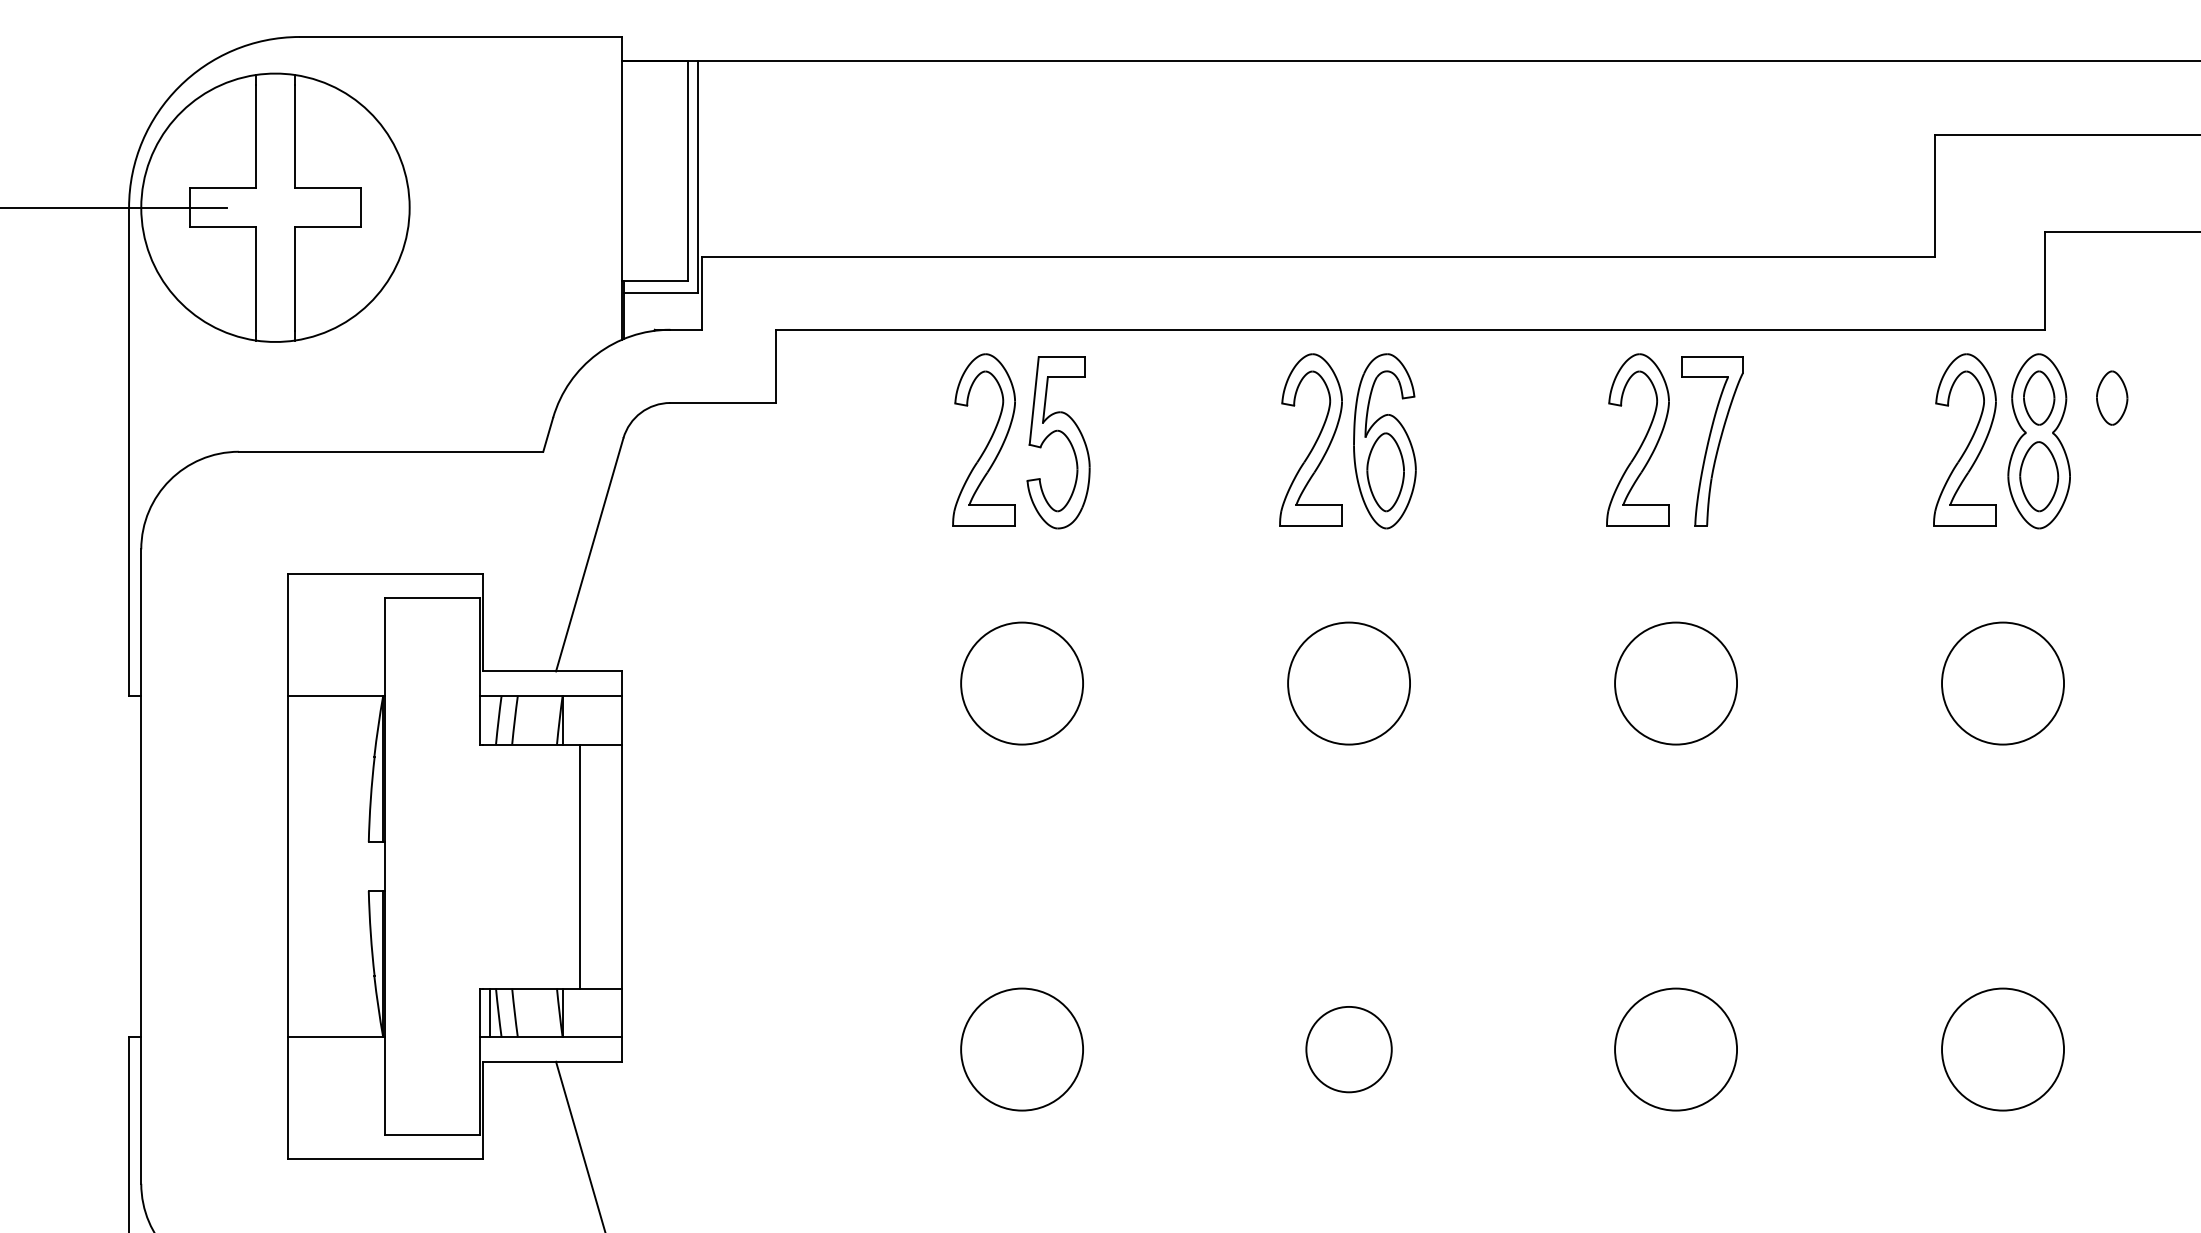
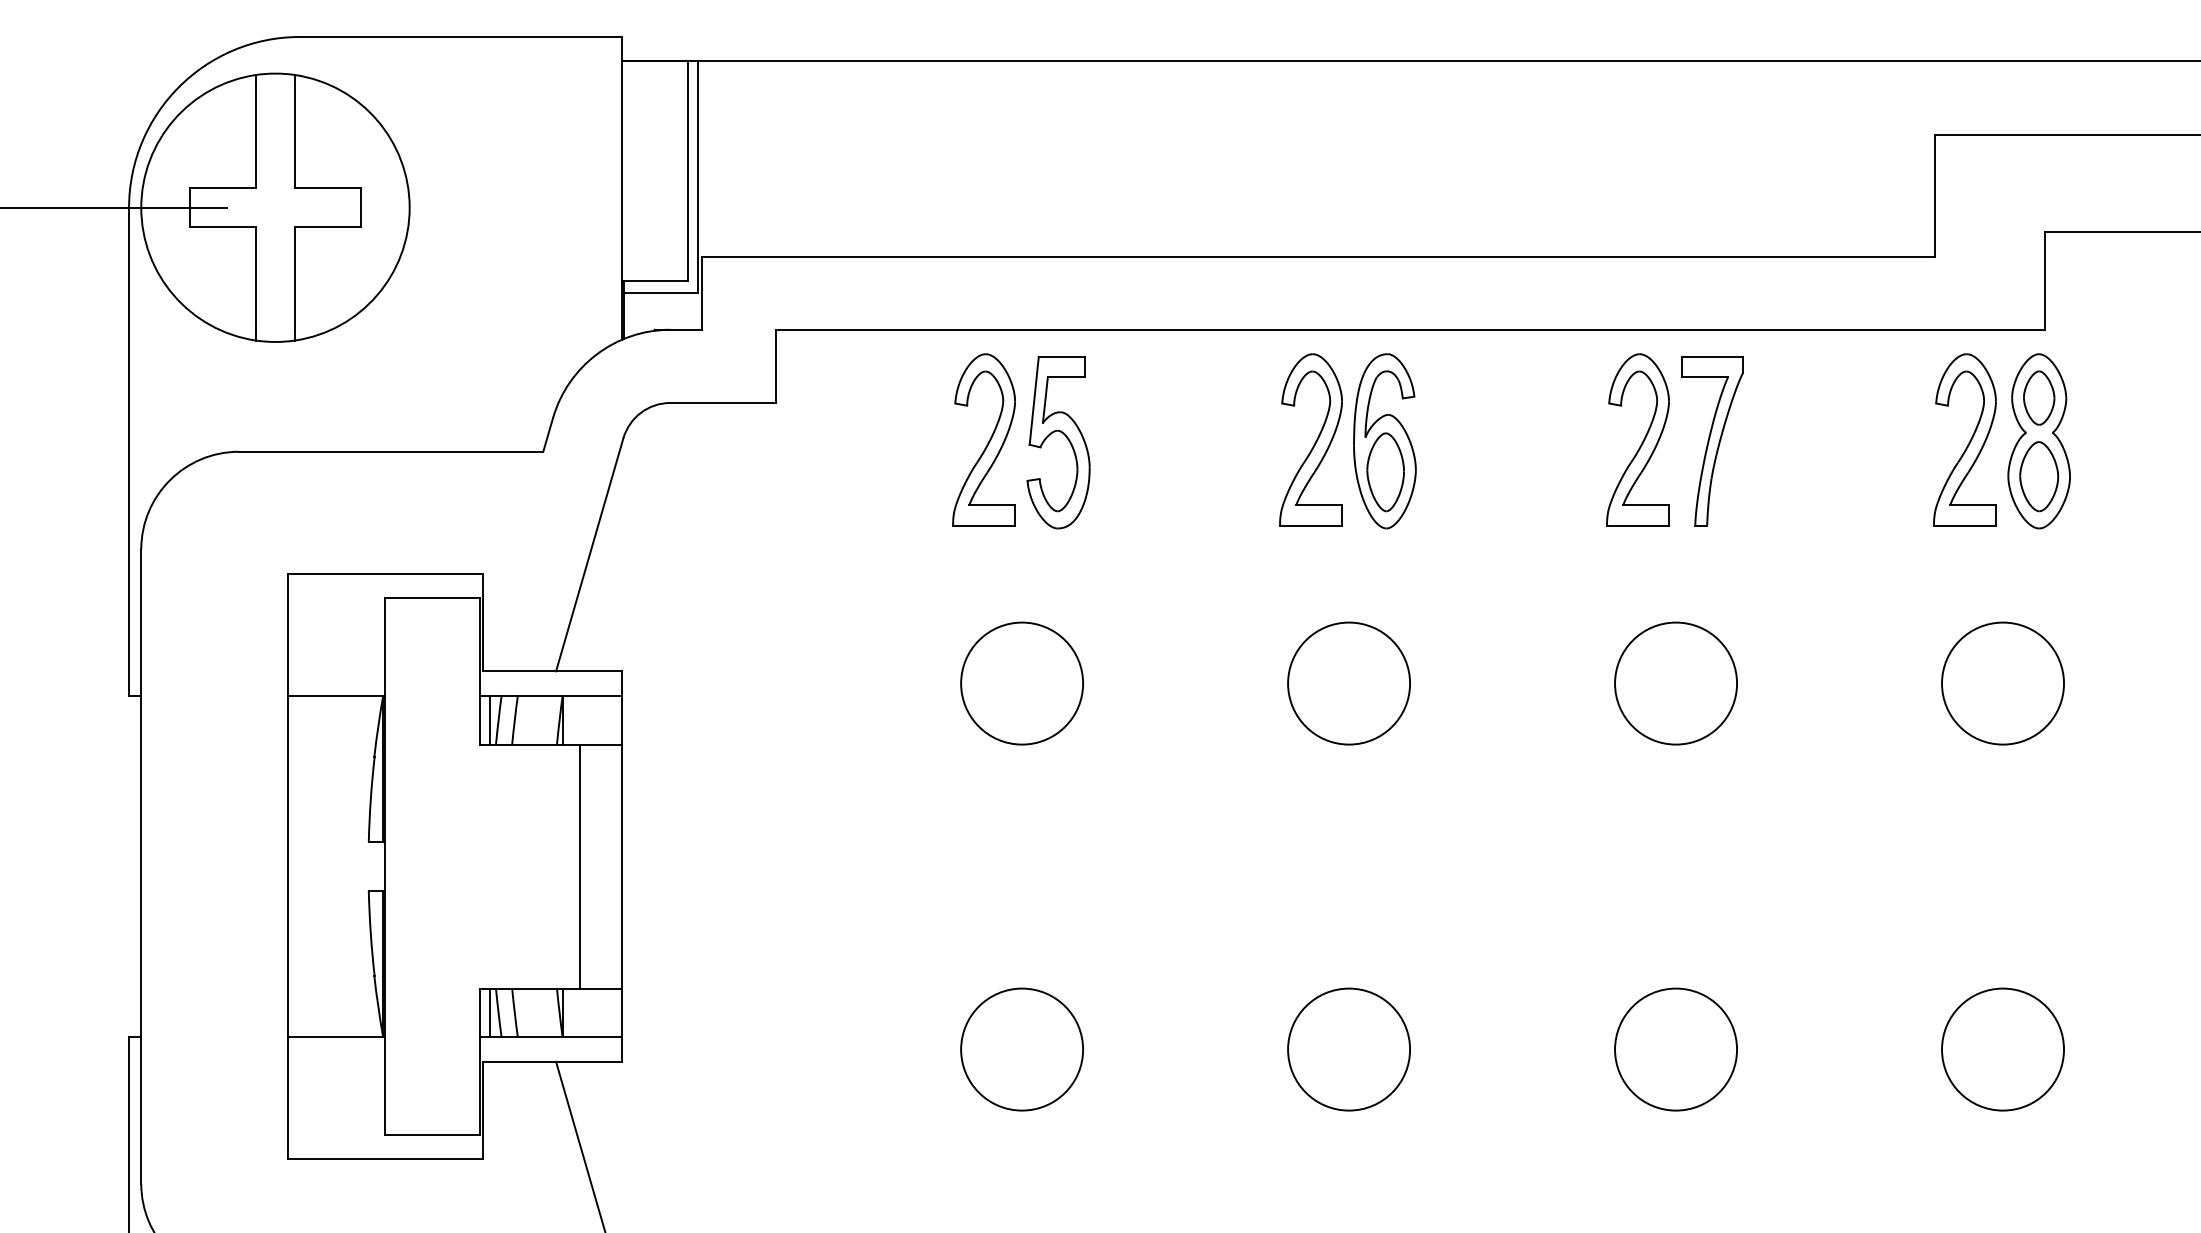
part at (2112, 397): present -> none
line at (490, 719): none -> present
circle at (1348, 1049) diameter: 85 px -> 122 px
